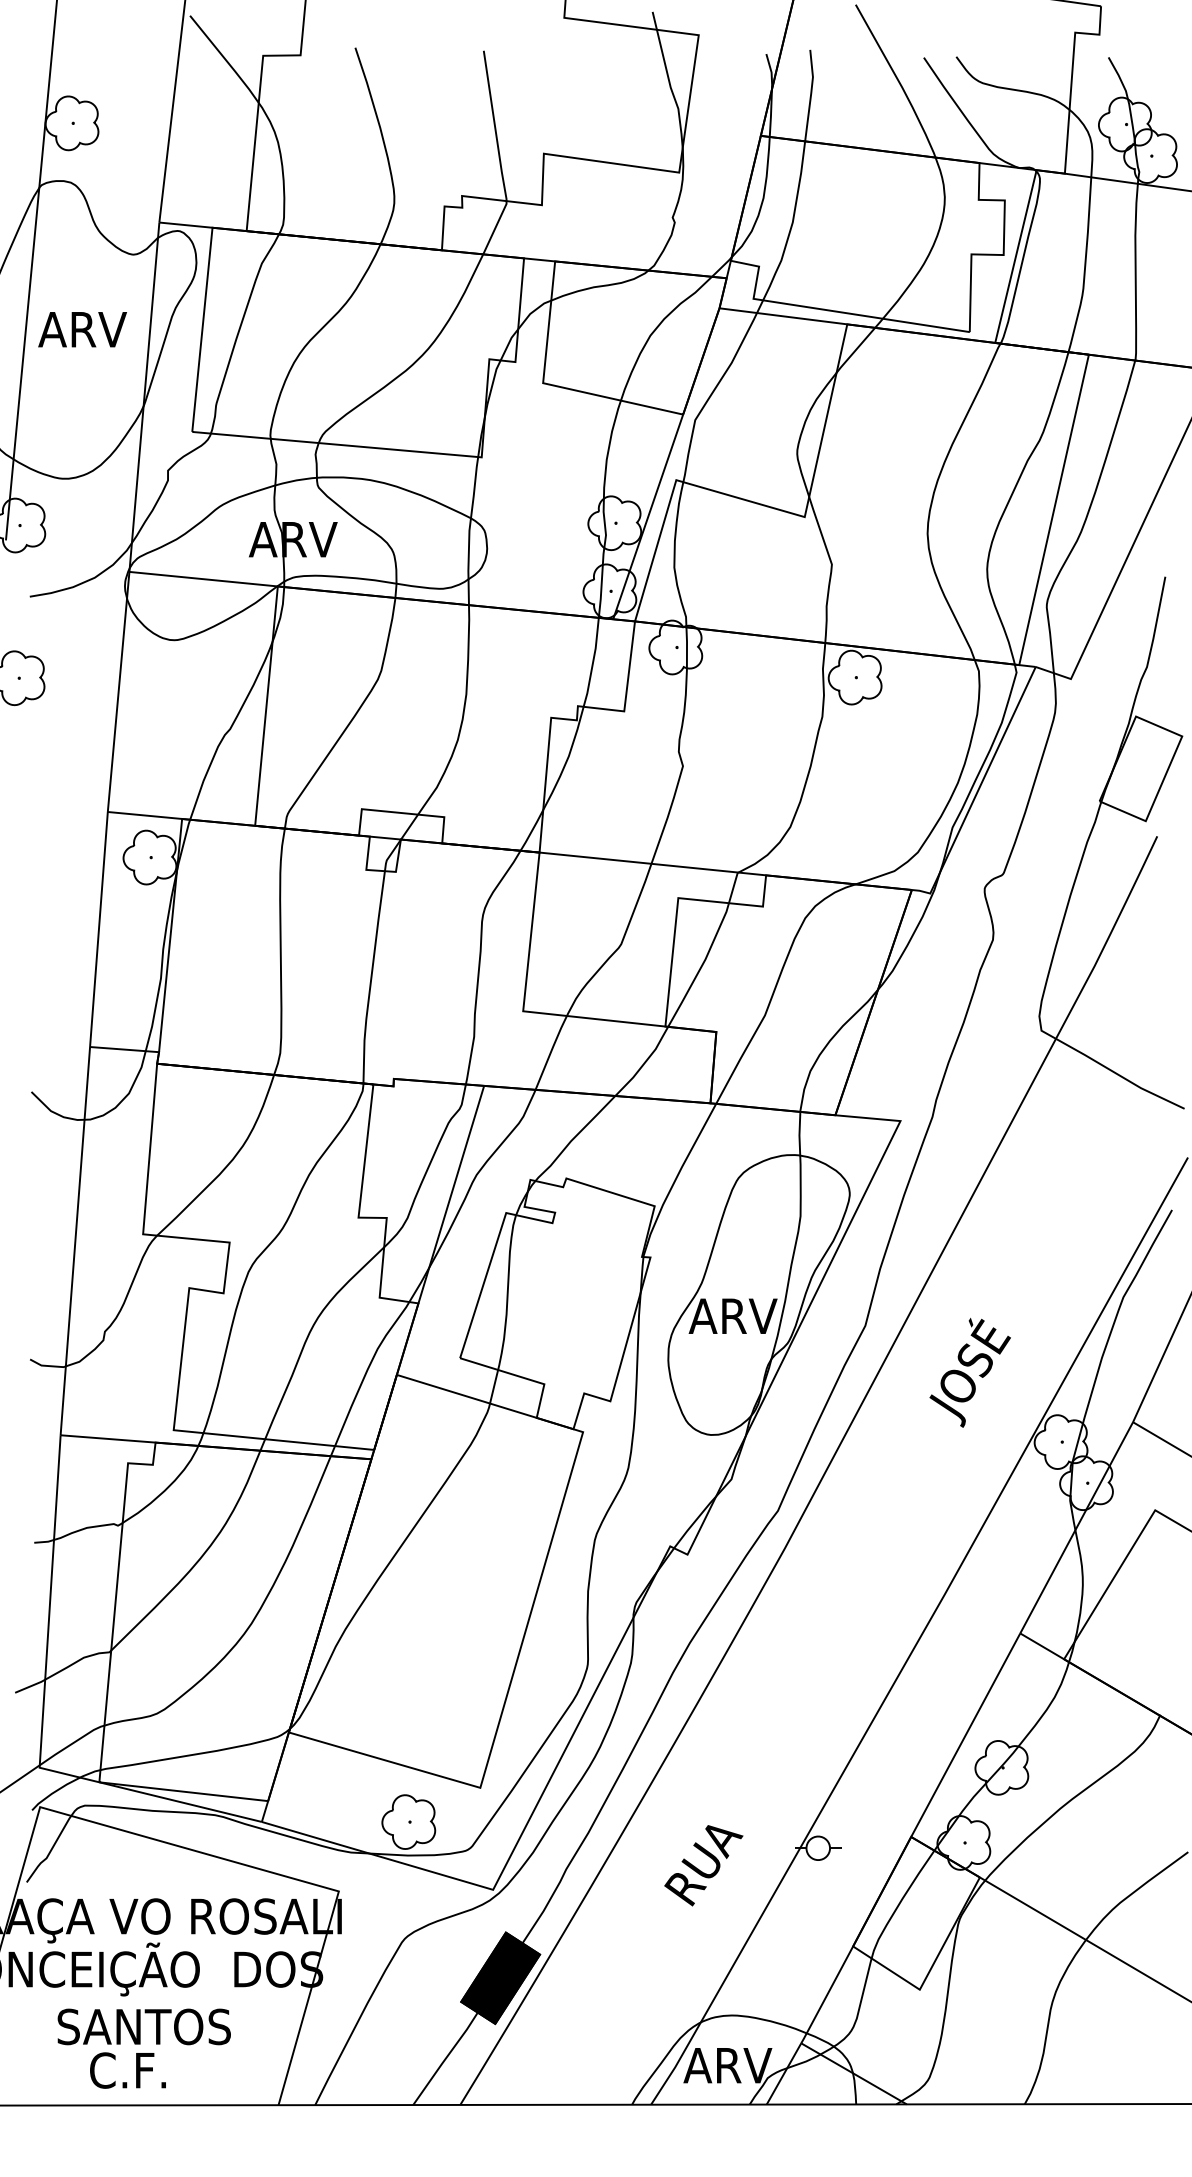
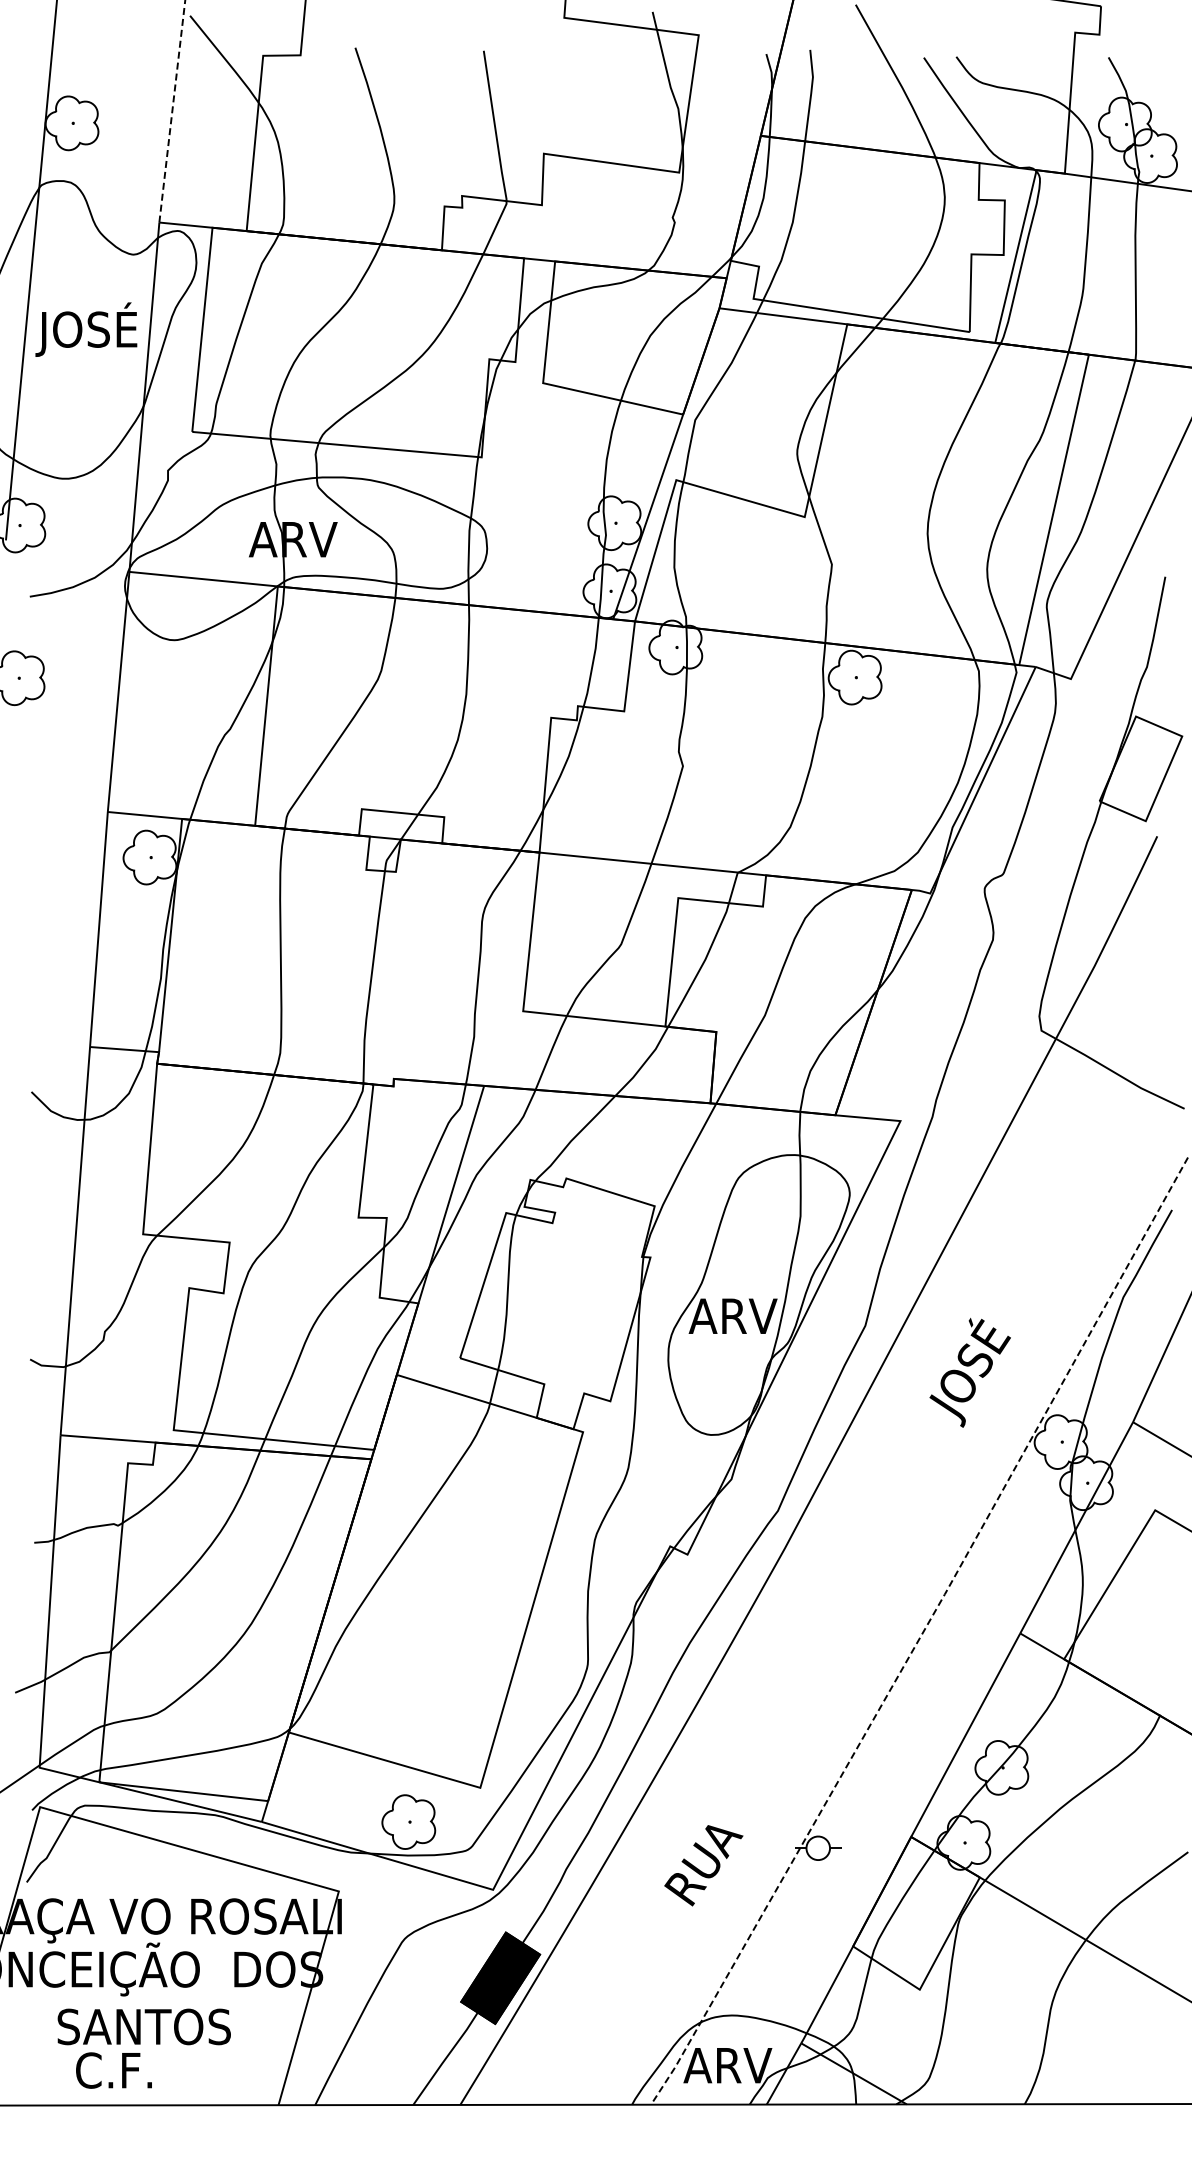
line at (172, 111): solid -> dashed
text at (86, 329): ARV -> JOSÉ
line at (922, 1633): solid -> dashed
text at (127, 2070) position: (127, 2070) -> (113, 2070)
